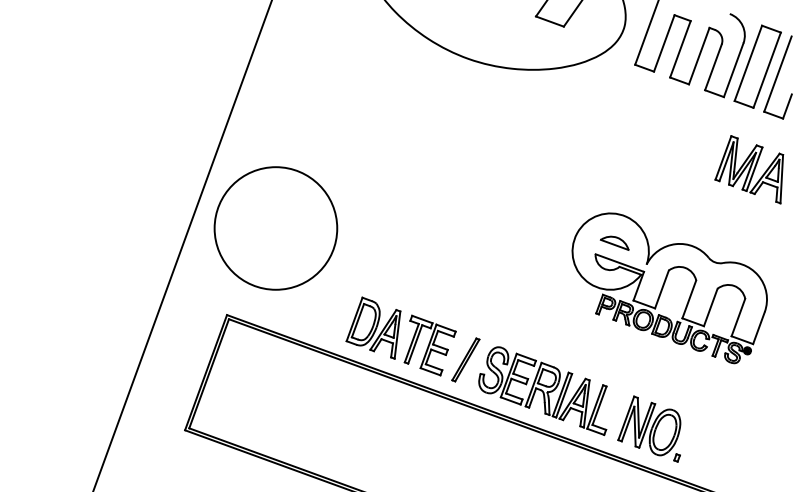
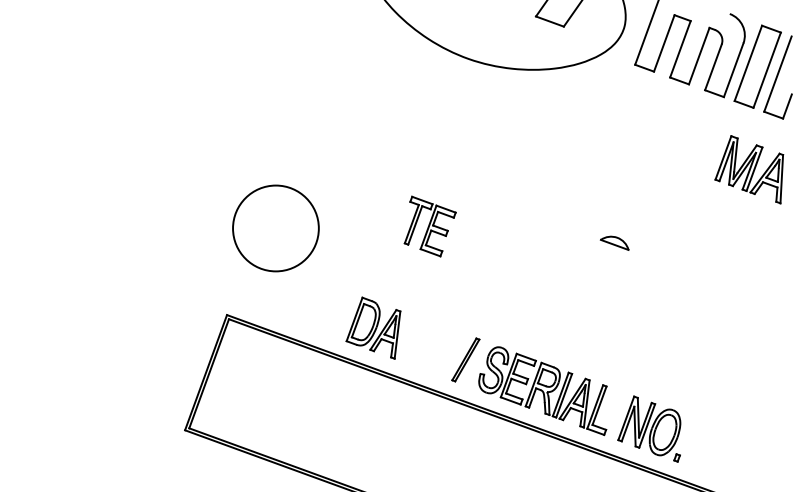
circle at (275, 228) diameter: 123 px -> 86 px
line at (182, 245): present -> none
part at (669, 288): present -> none
part at (429, 345) position: (429, 345) -> (429, 226)
